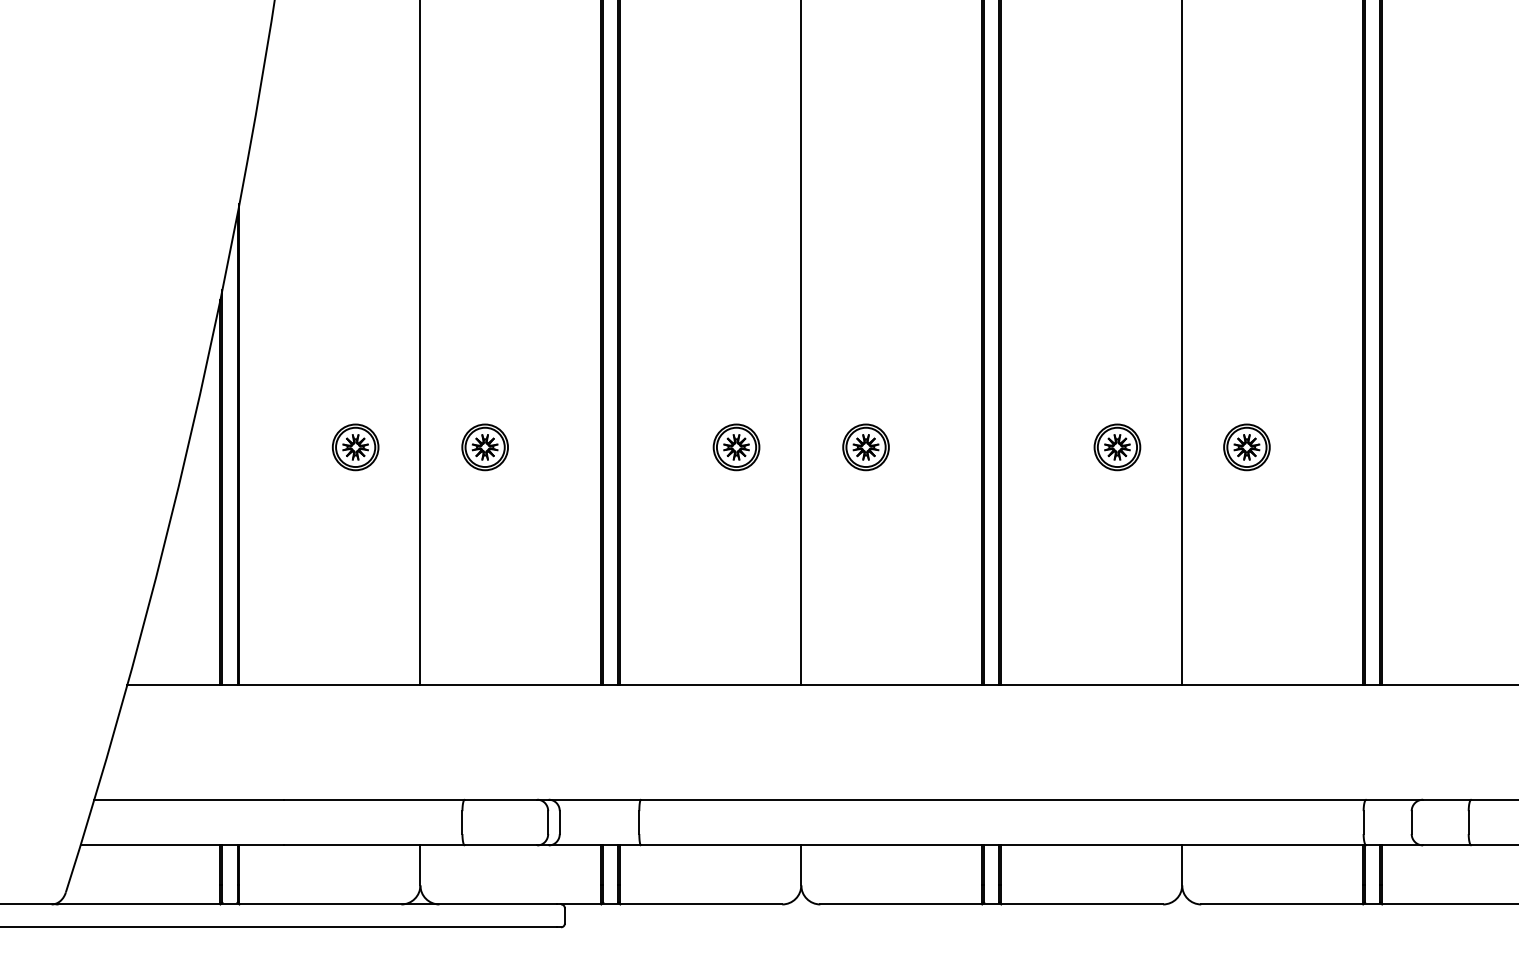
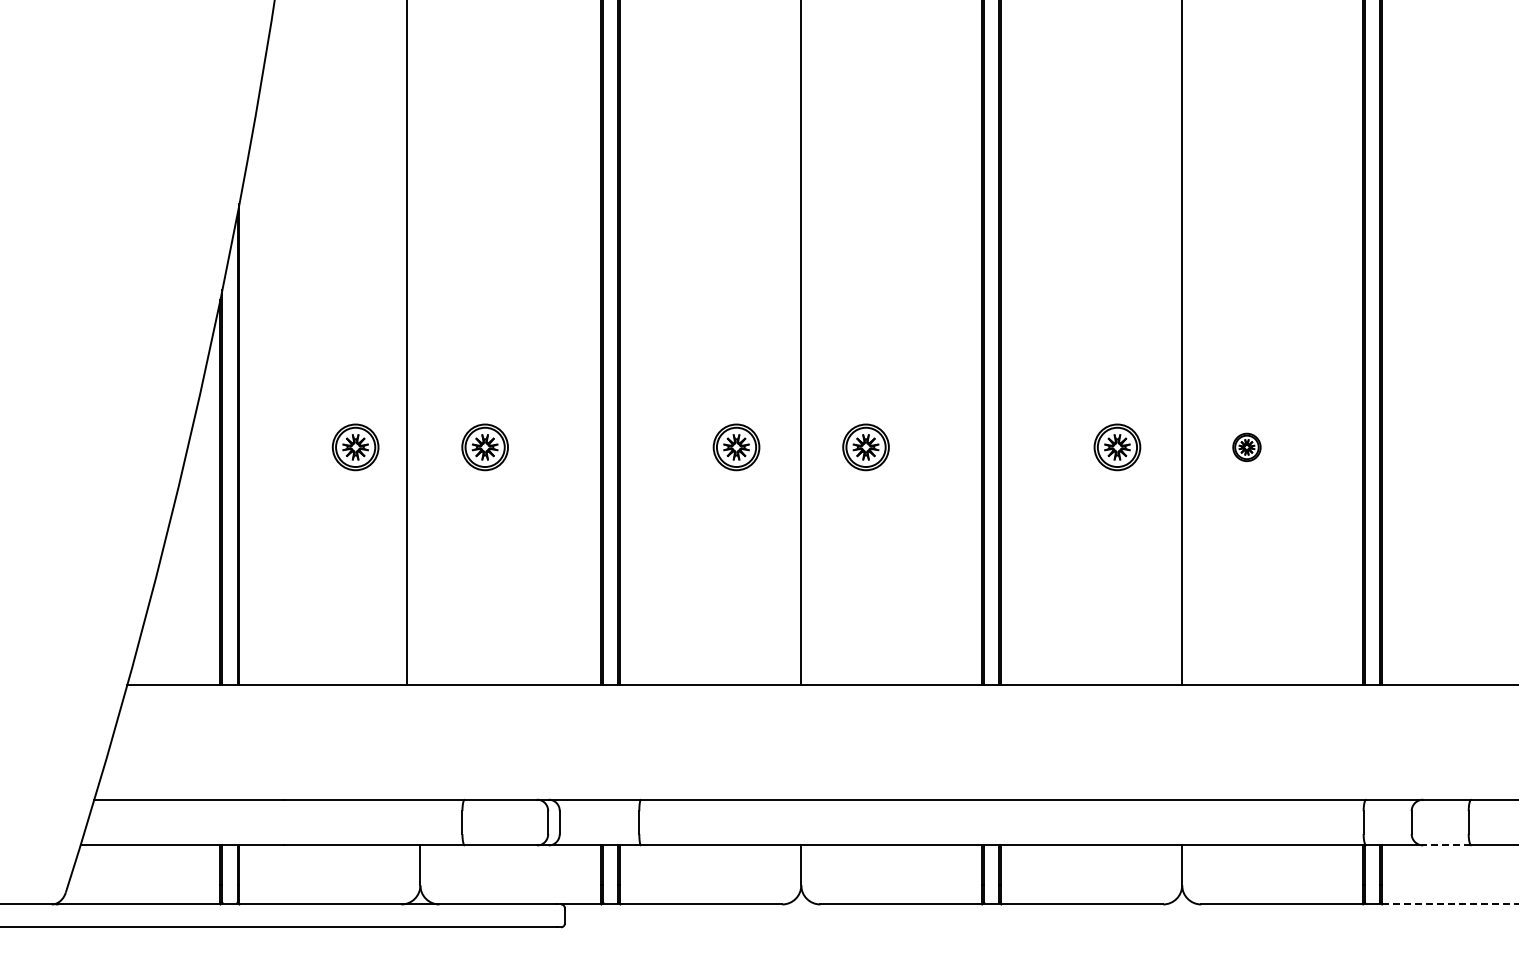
line at (420, 343) position: (420, 343) -> (407, 343)
part at (1246, 447) size: 48x49 px -> 30x30 px
line at (1446, 845): solid -> dashed
line at (1450, 904): solid -> dashed
